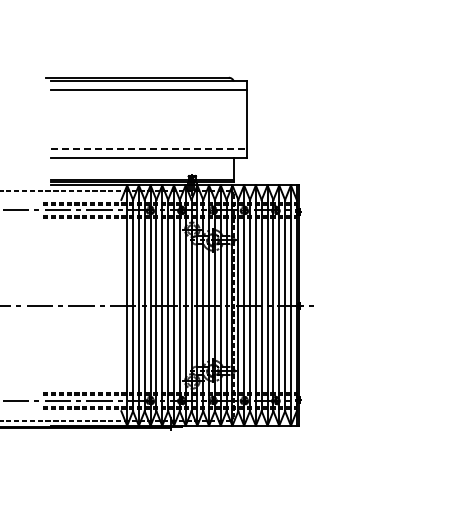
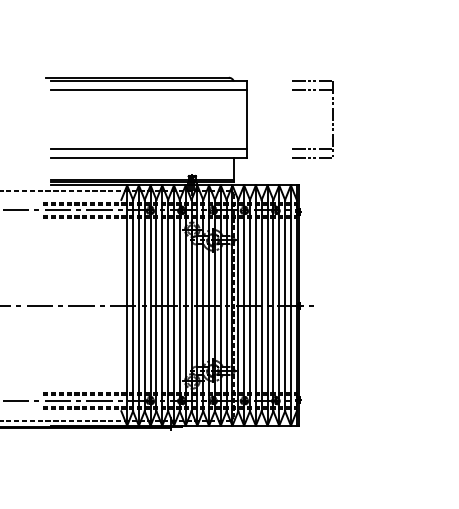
part at (332, 119): none -> present
line at (148, 149): dashed -> solid
